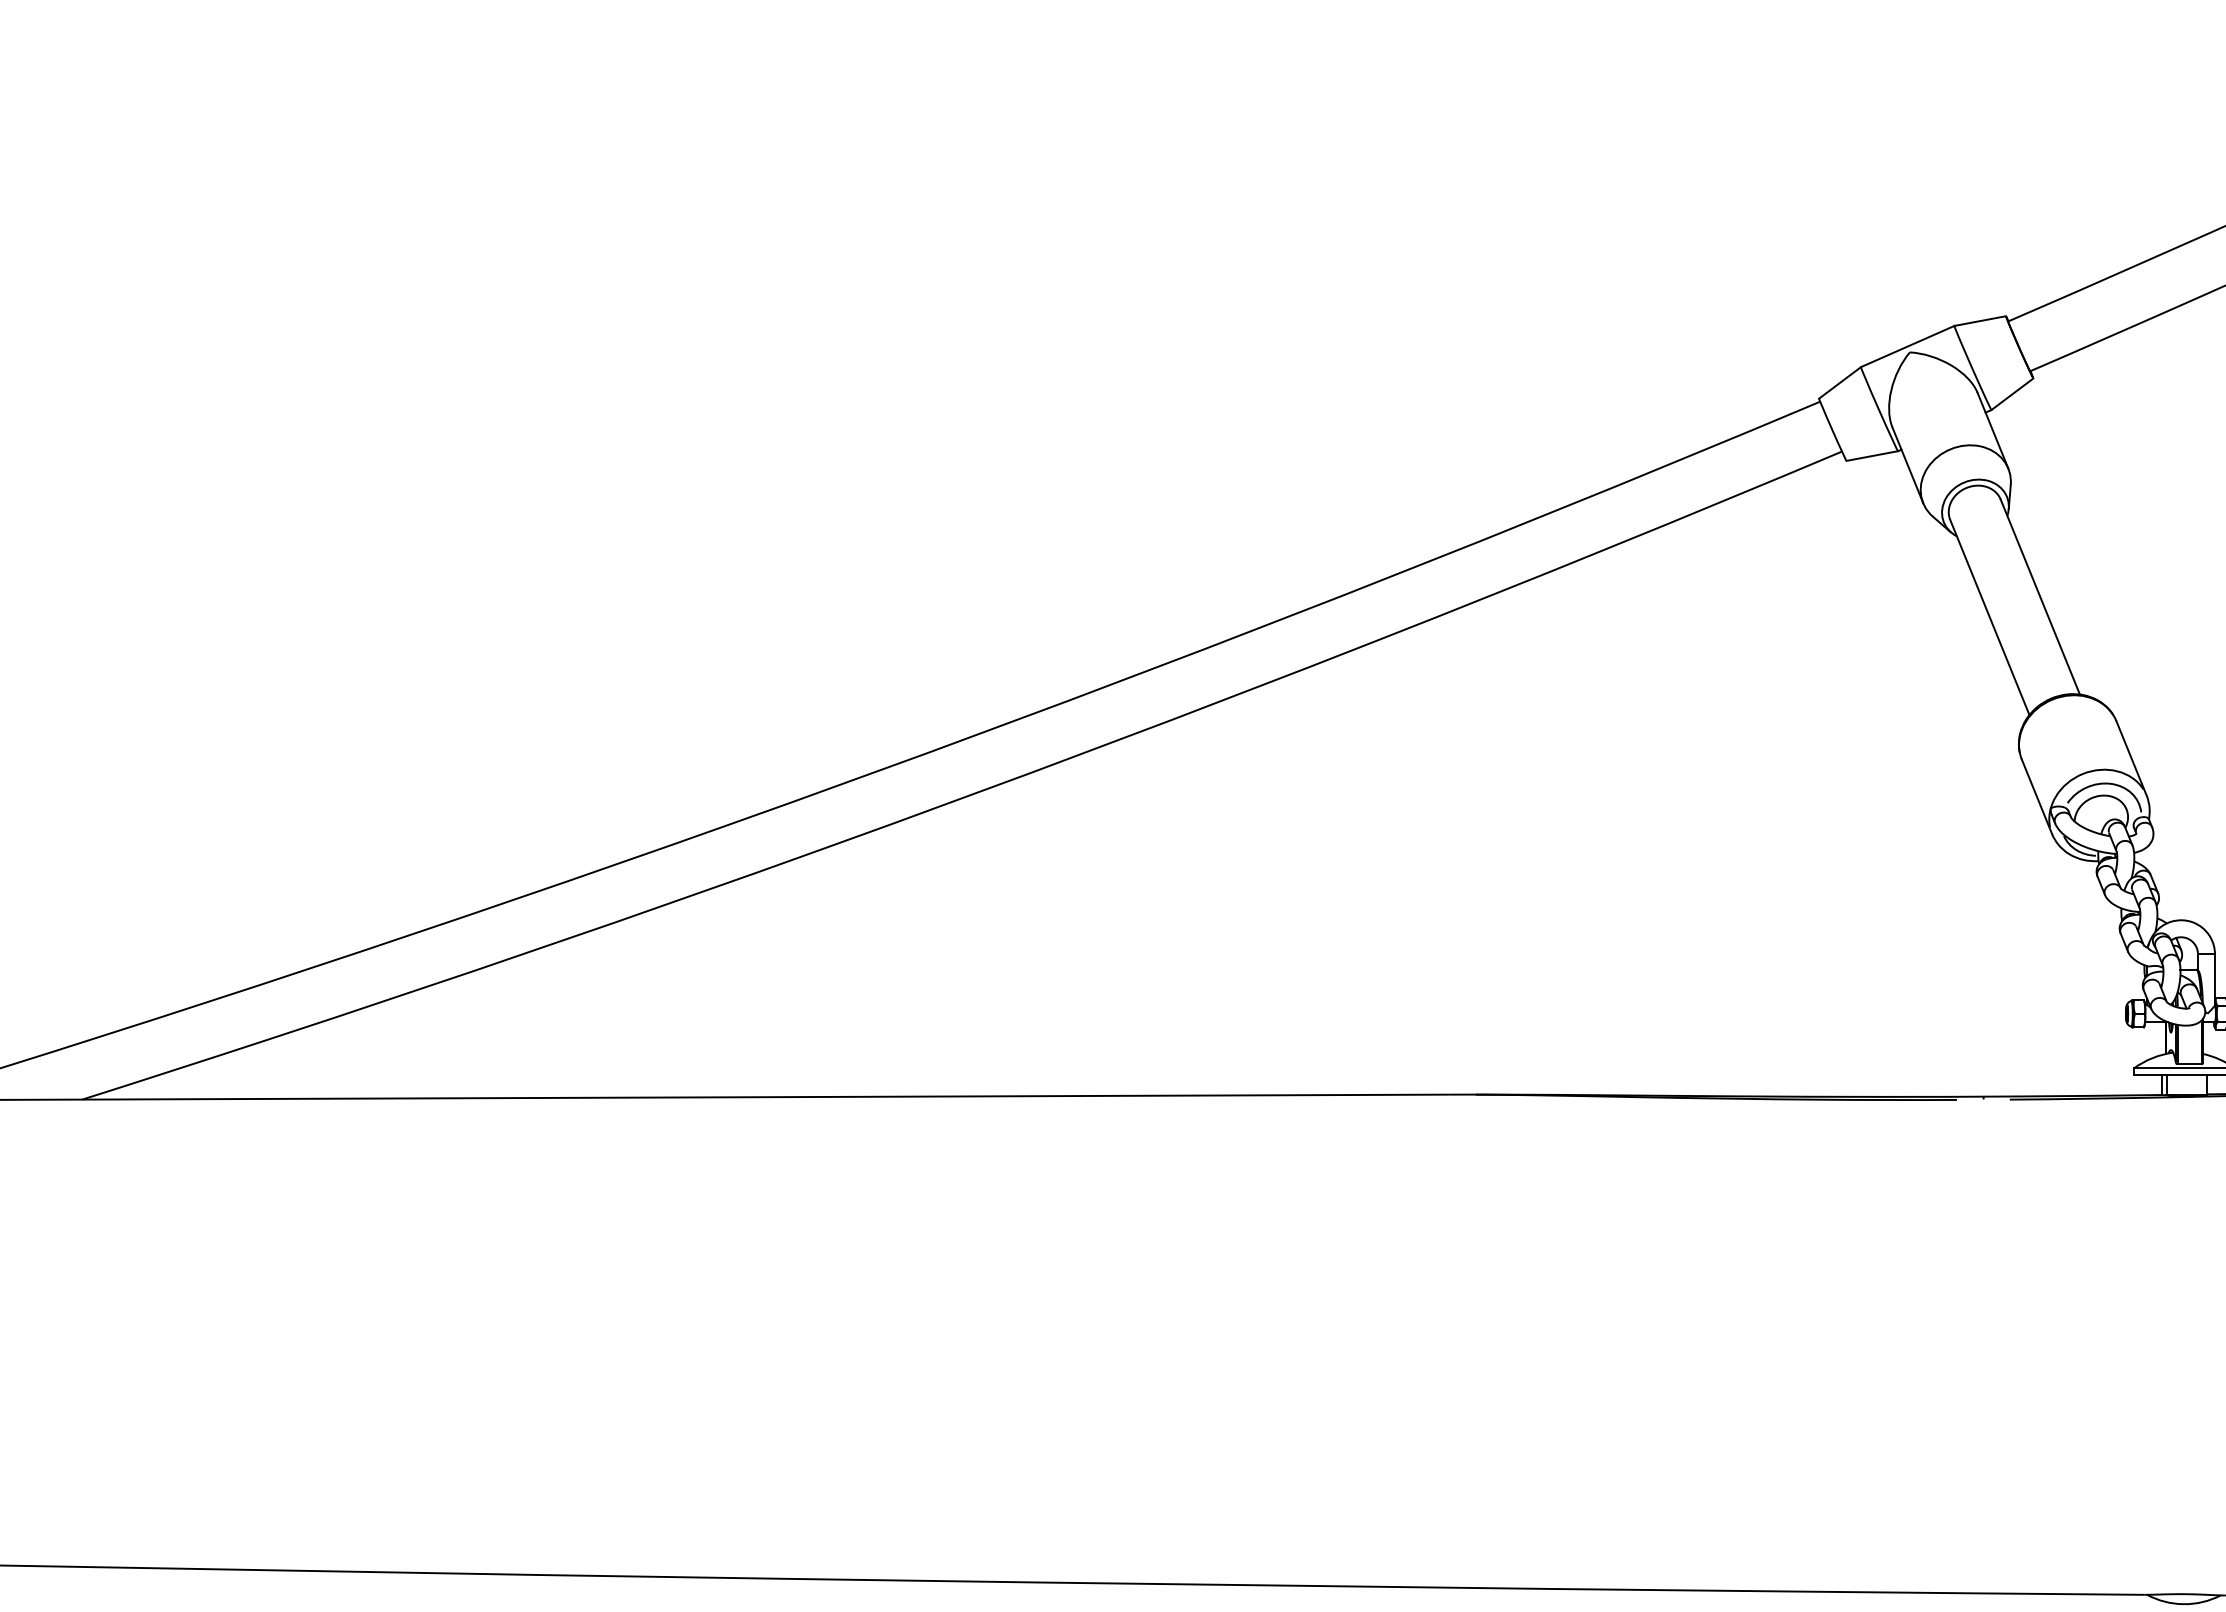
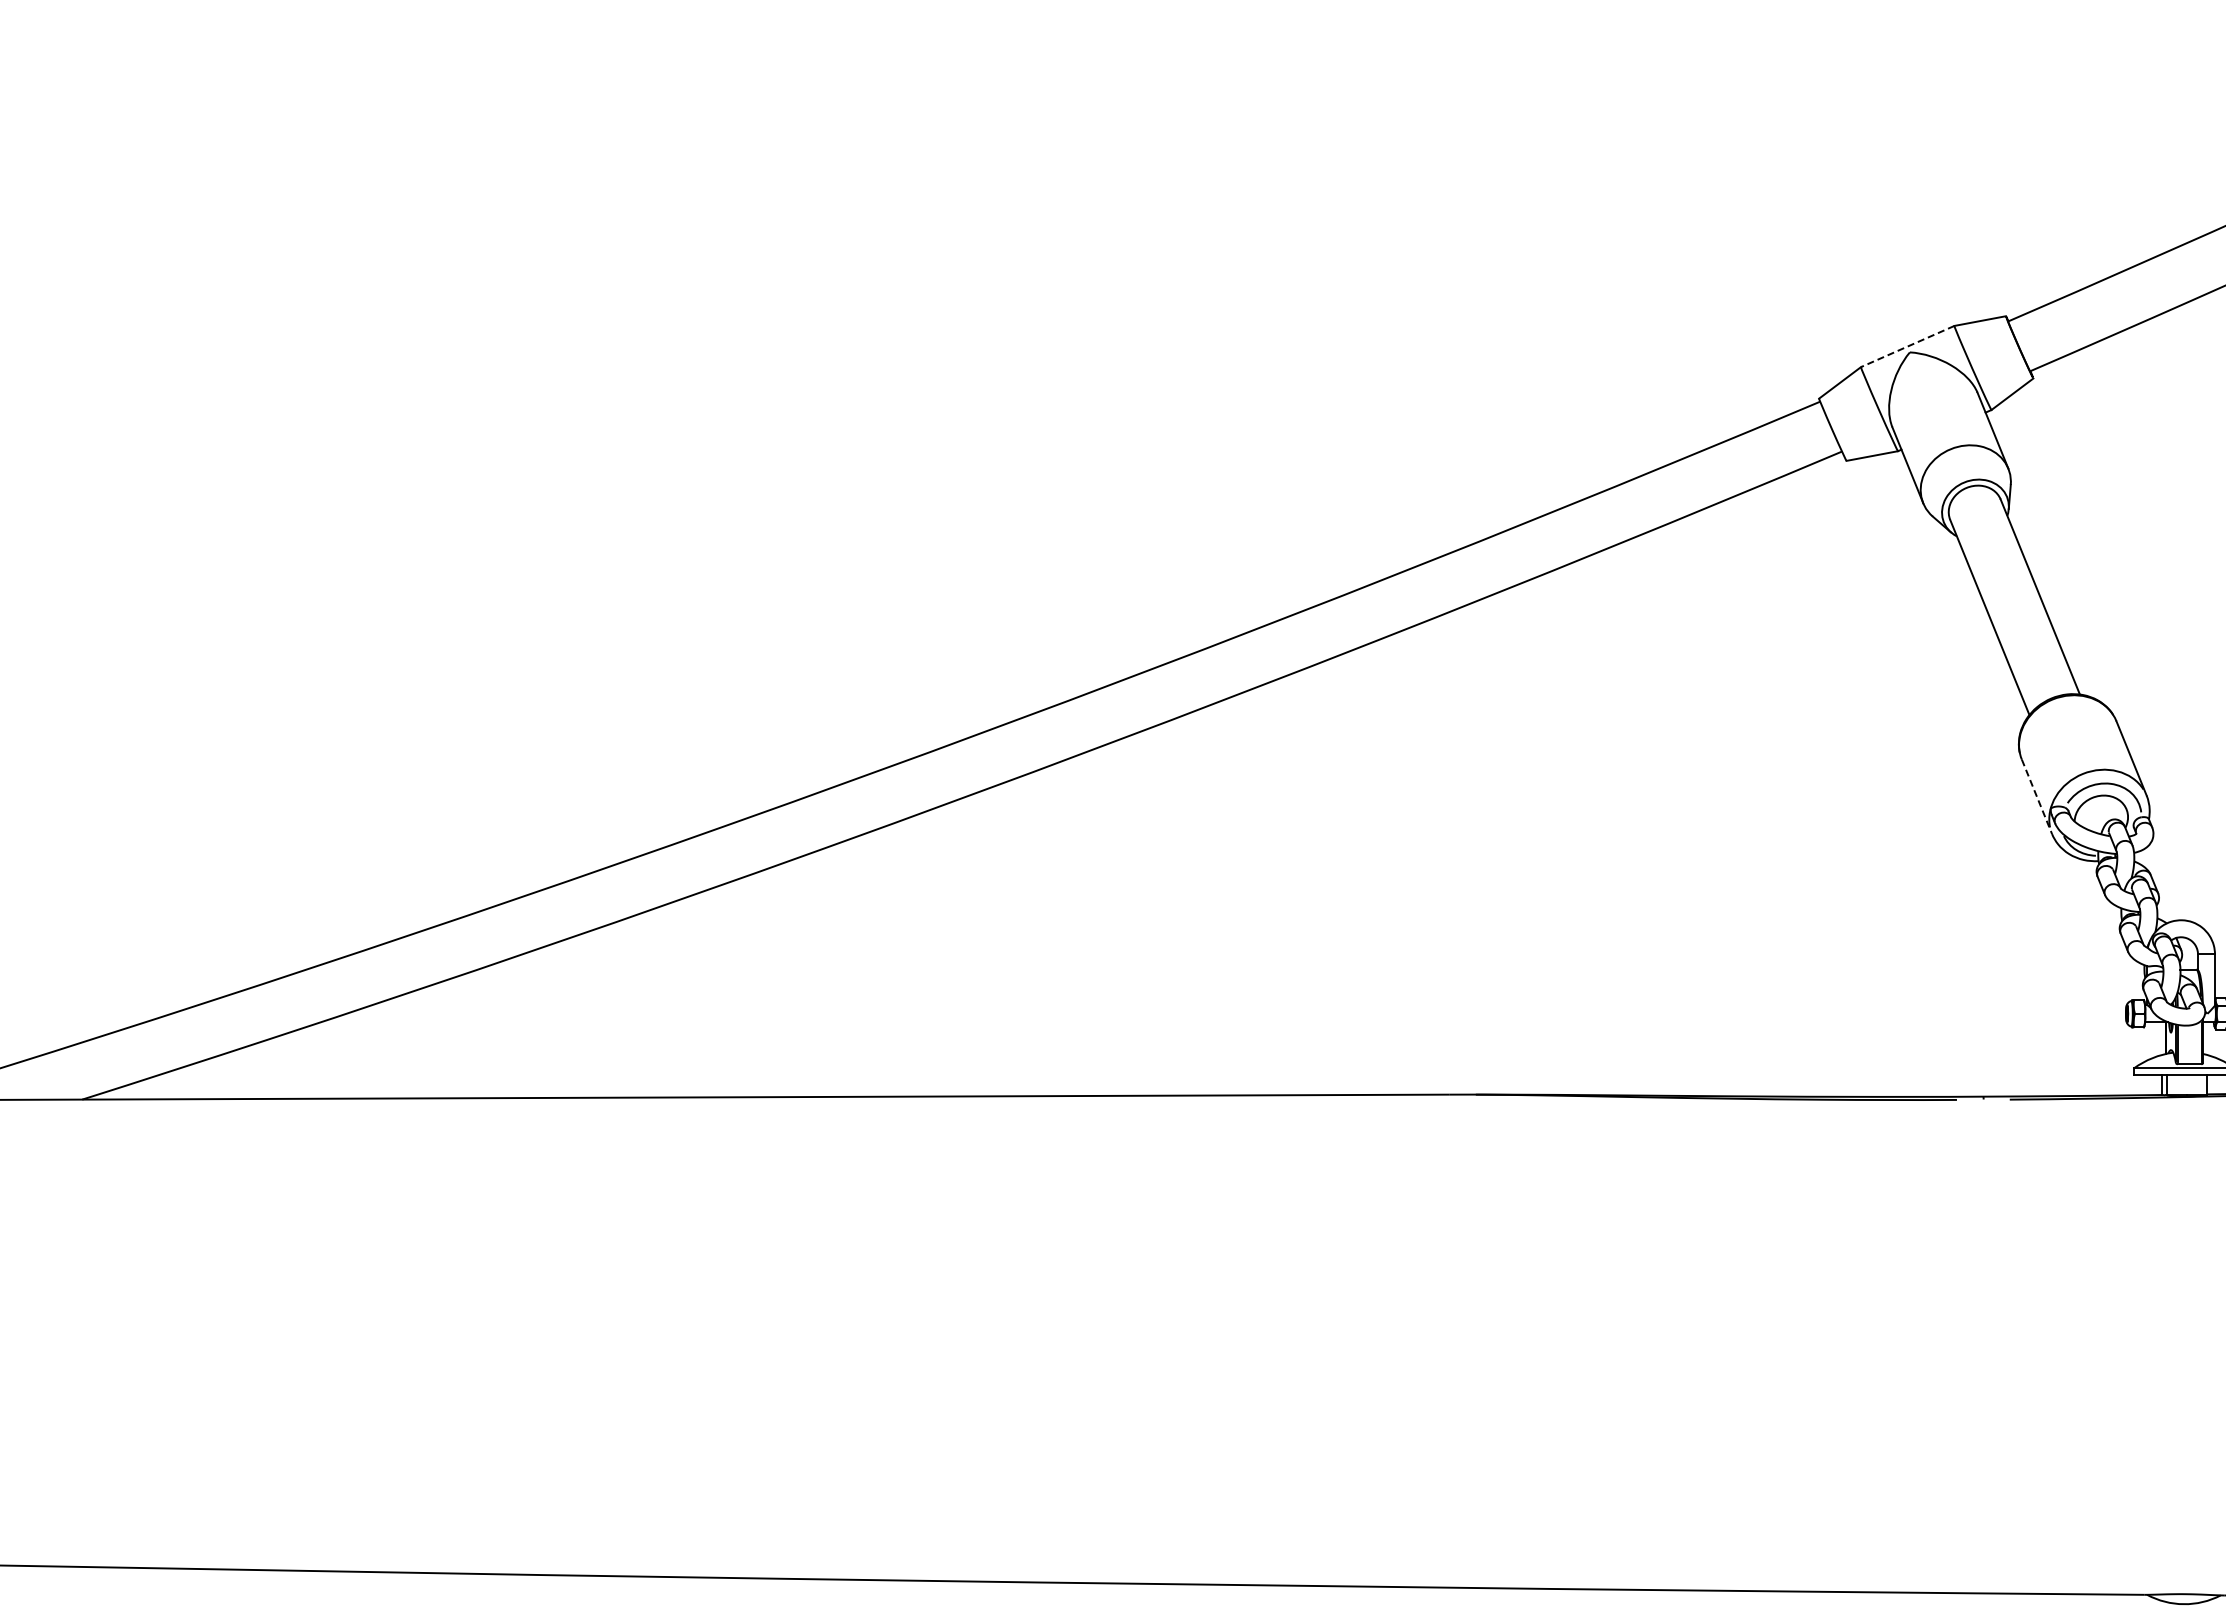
line at (1907, 346): solid -> dashed
line at (2037, 797): solid -> dashed
